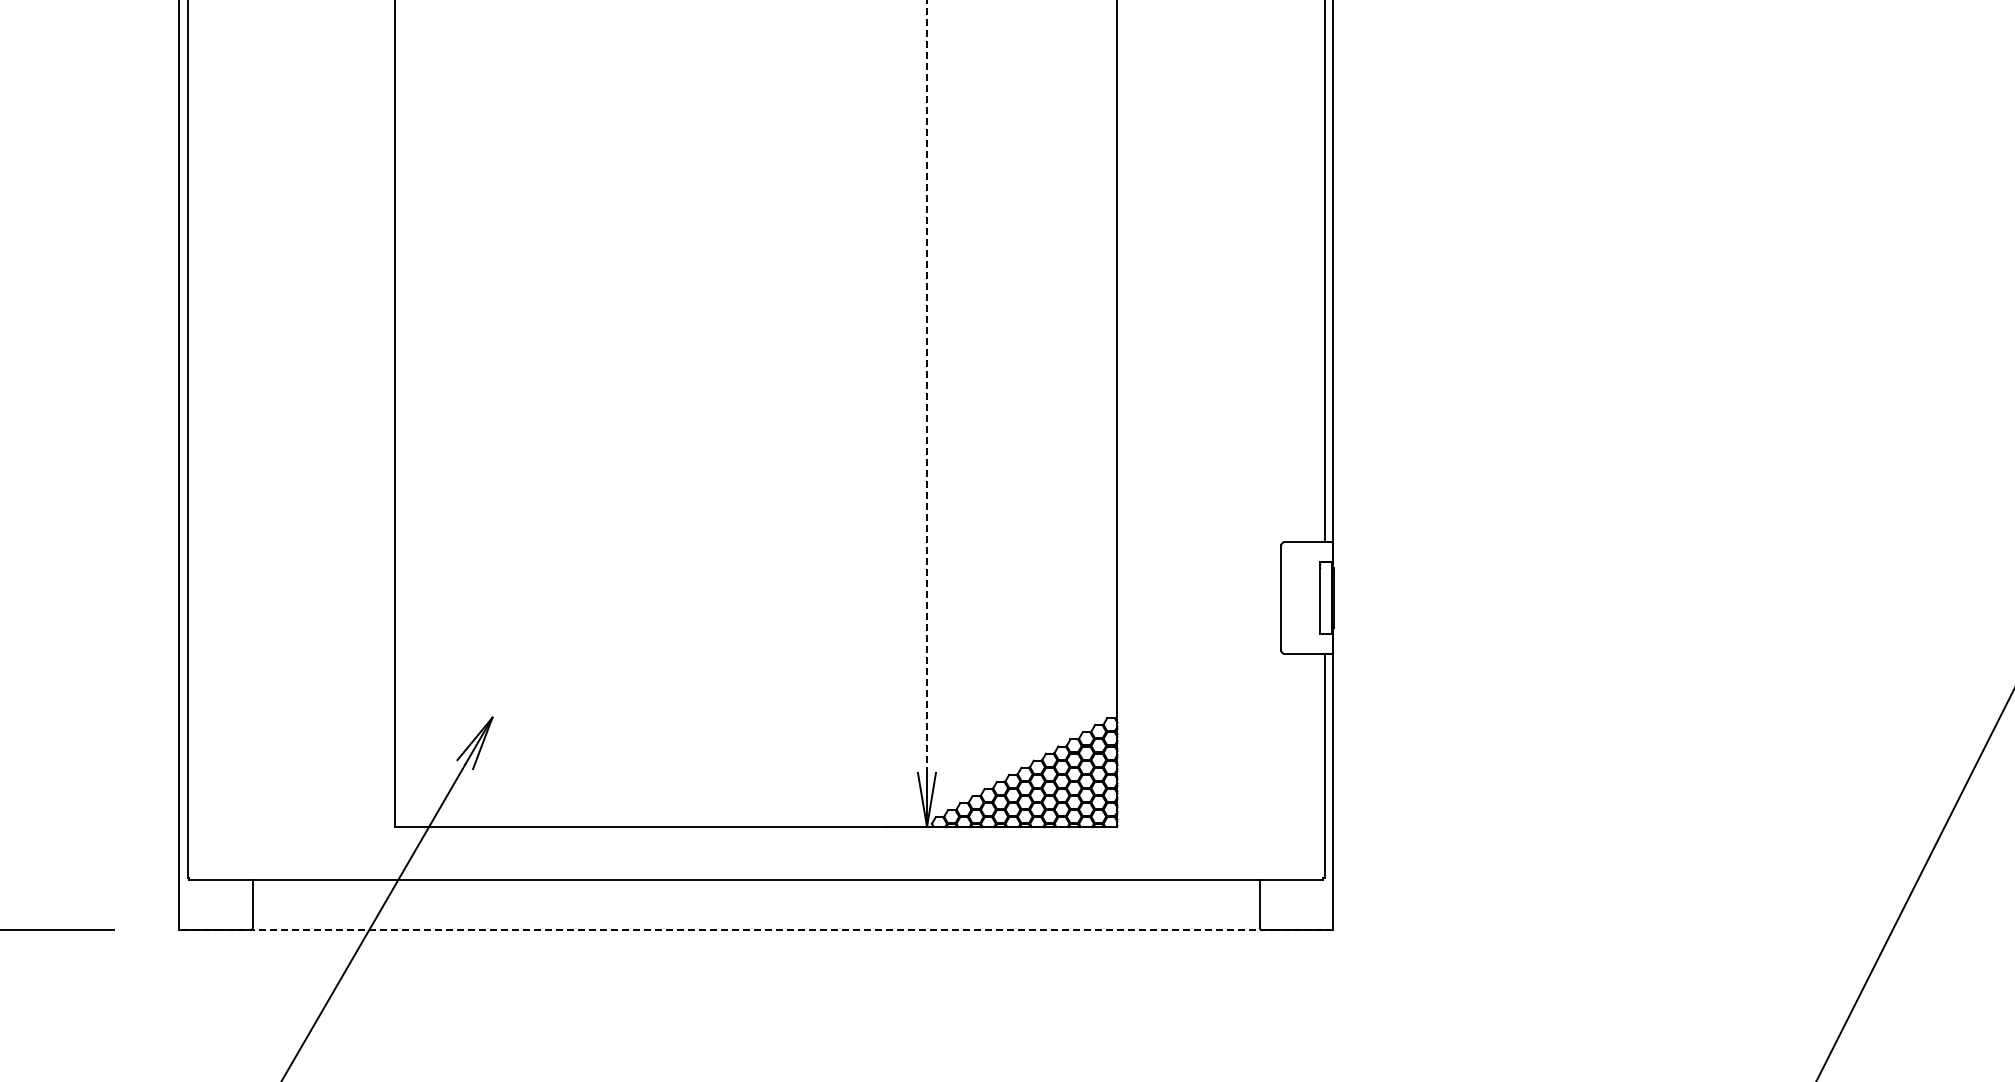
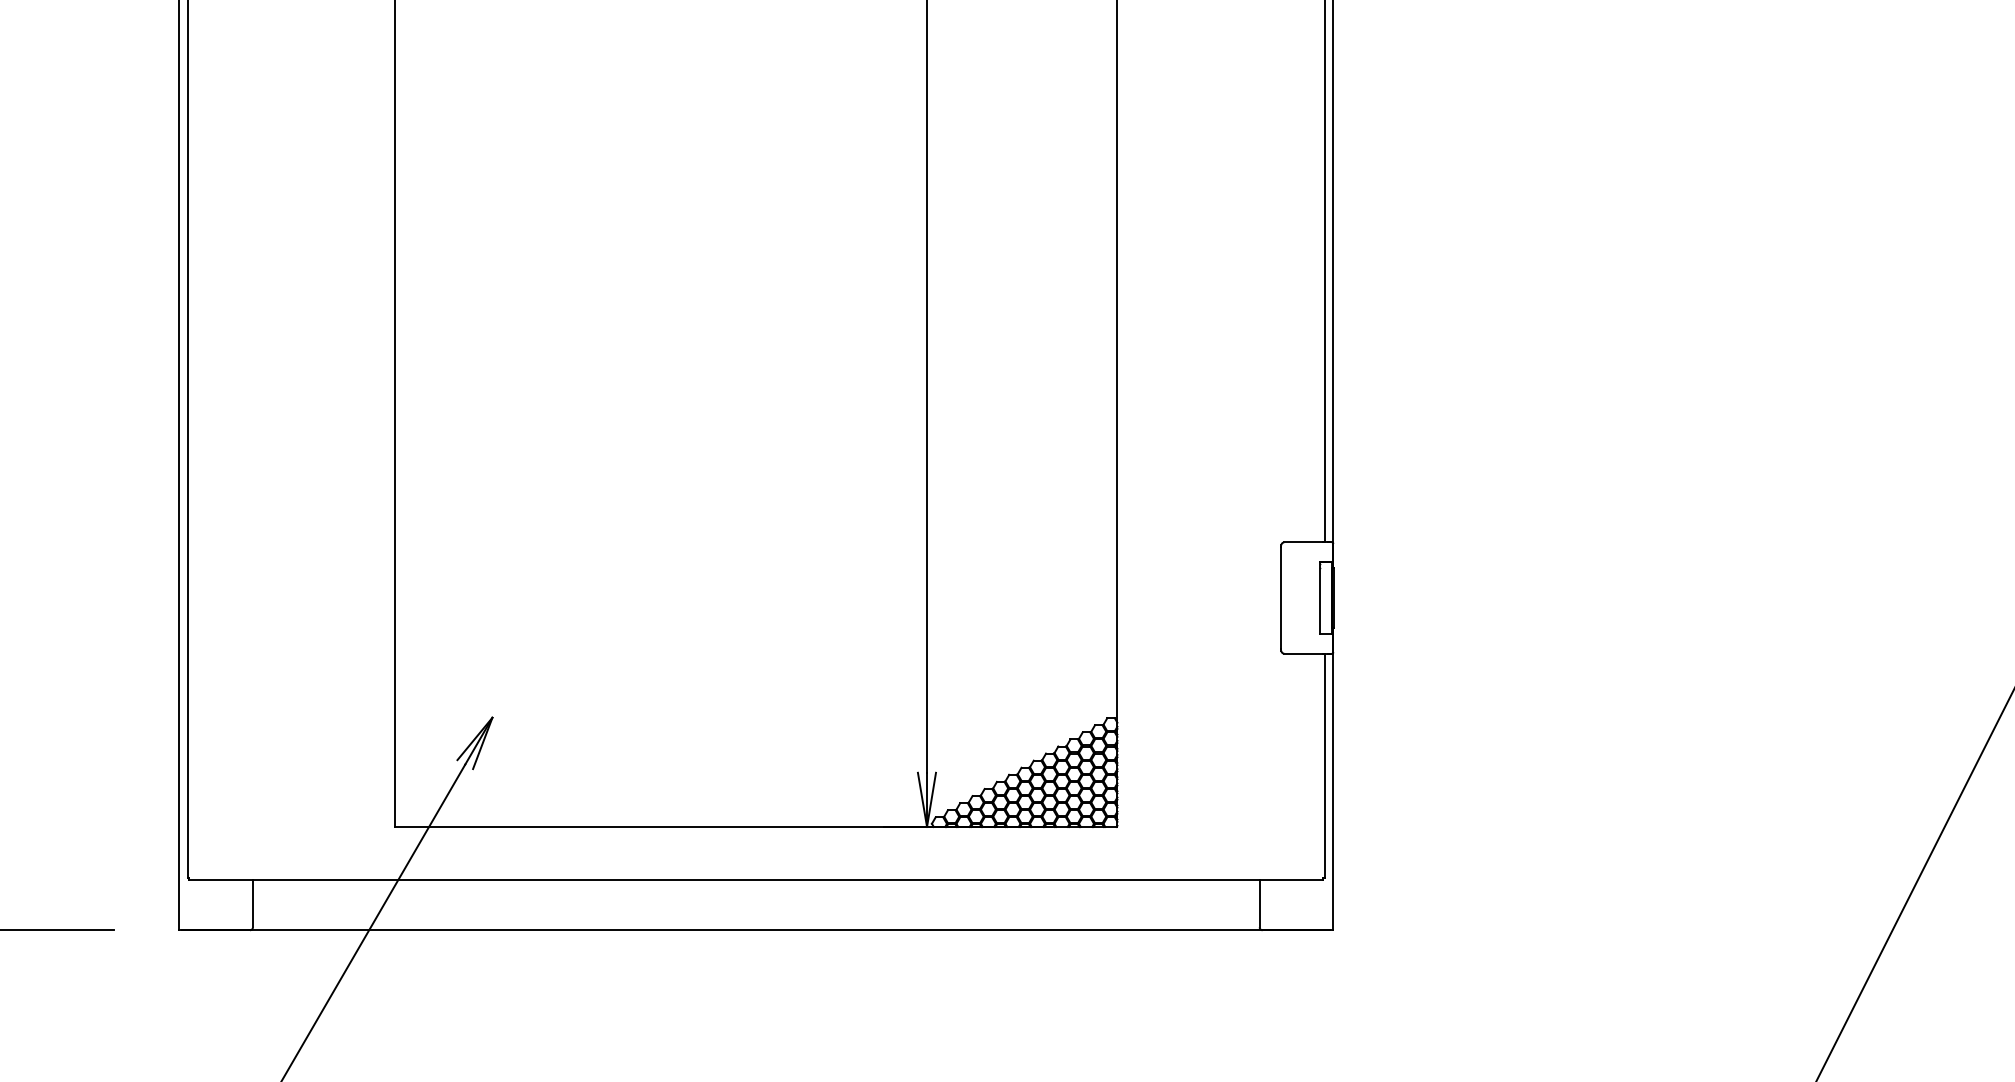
line at (927, 386): dashed -> solid
line at (756, 930): dashed -> solid
